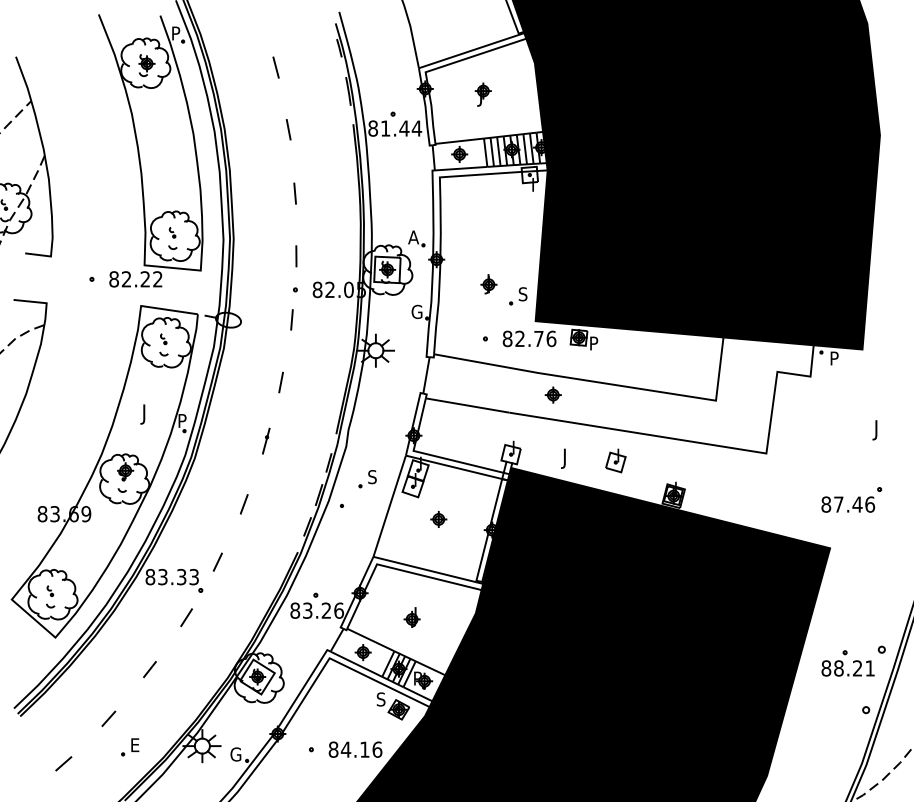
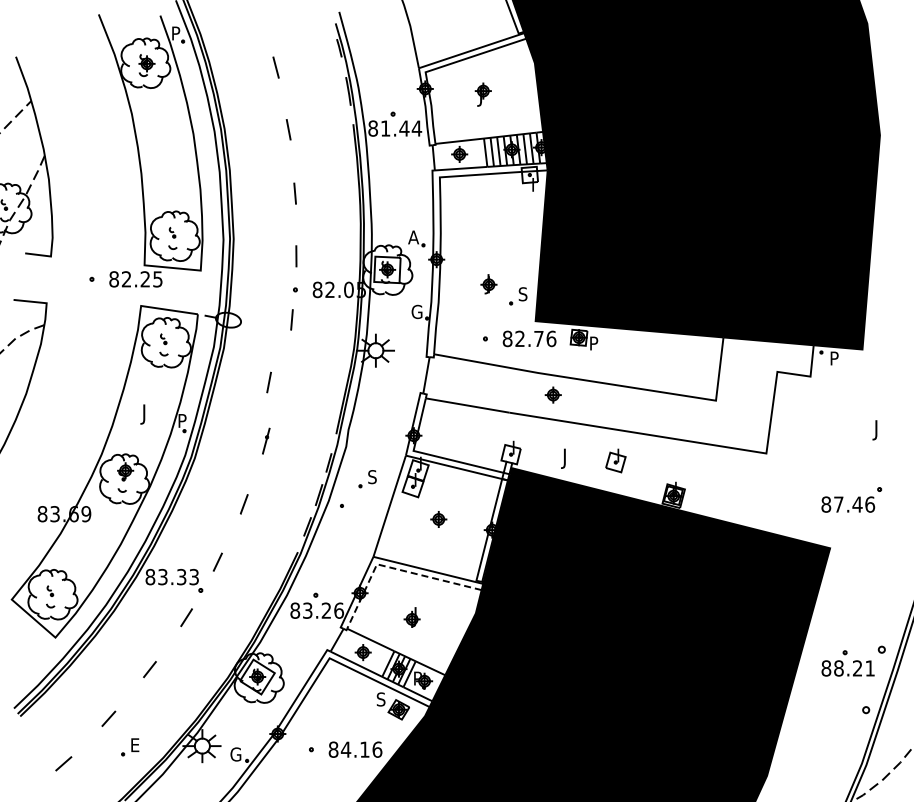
text at (157, 279): 82.22 -> 82.25
line at (280, 382) position: (280, 382) -> (268, 382)
line at (393, 568): solid -> dashed
